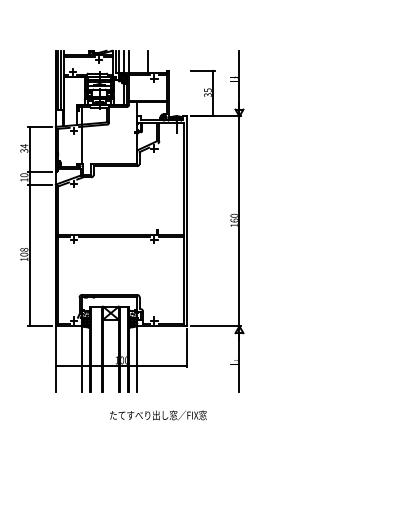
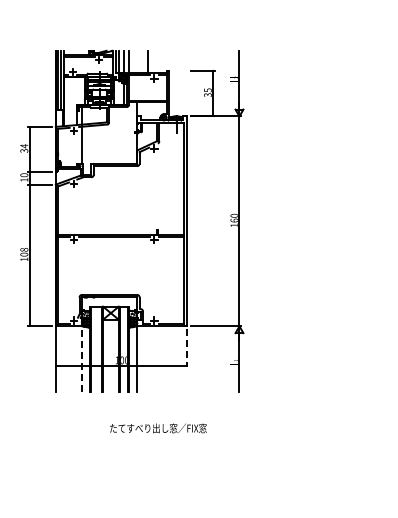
line at (187, 348): solid -> dashed
line at (82, 359): solid -> dashed
text at (158, 415) position: (158, 415) -> (158, 428)
